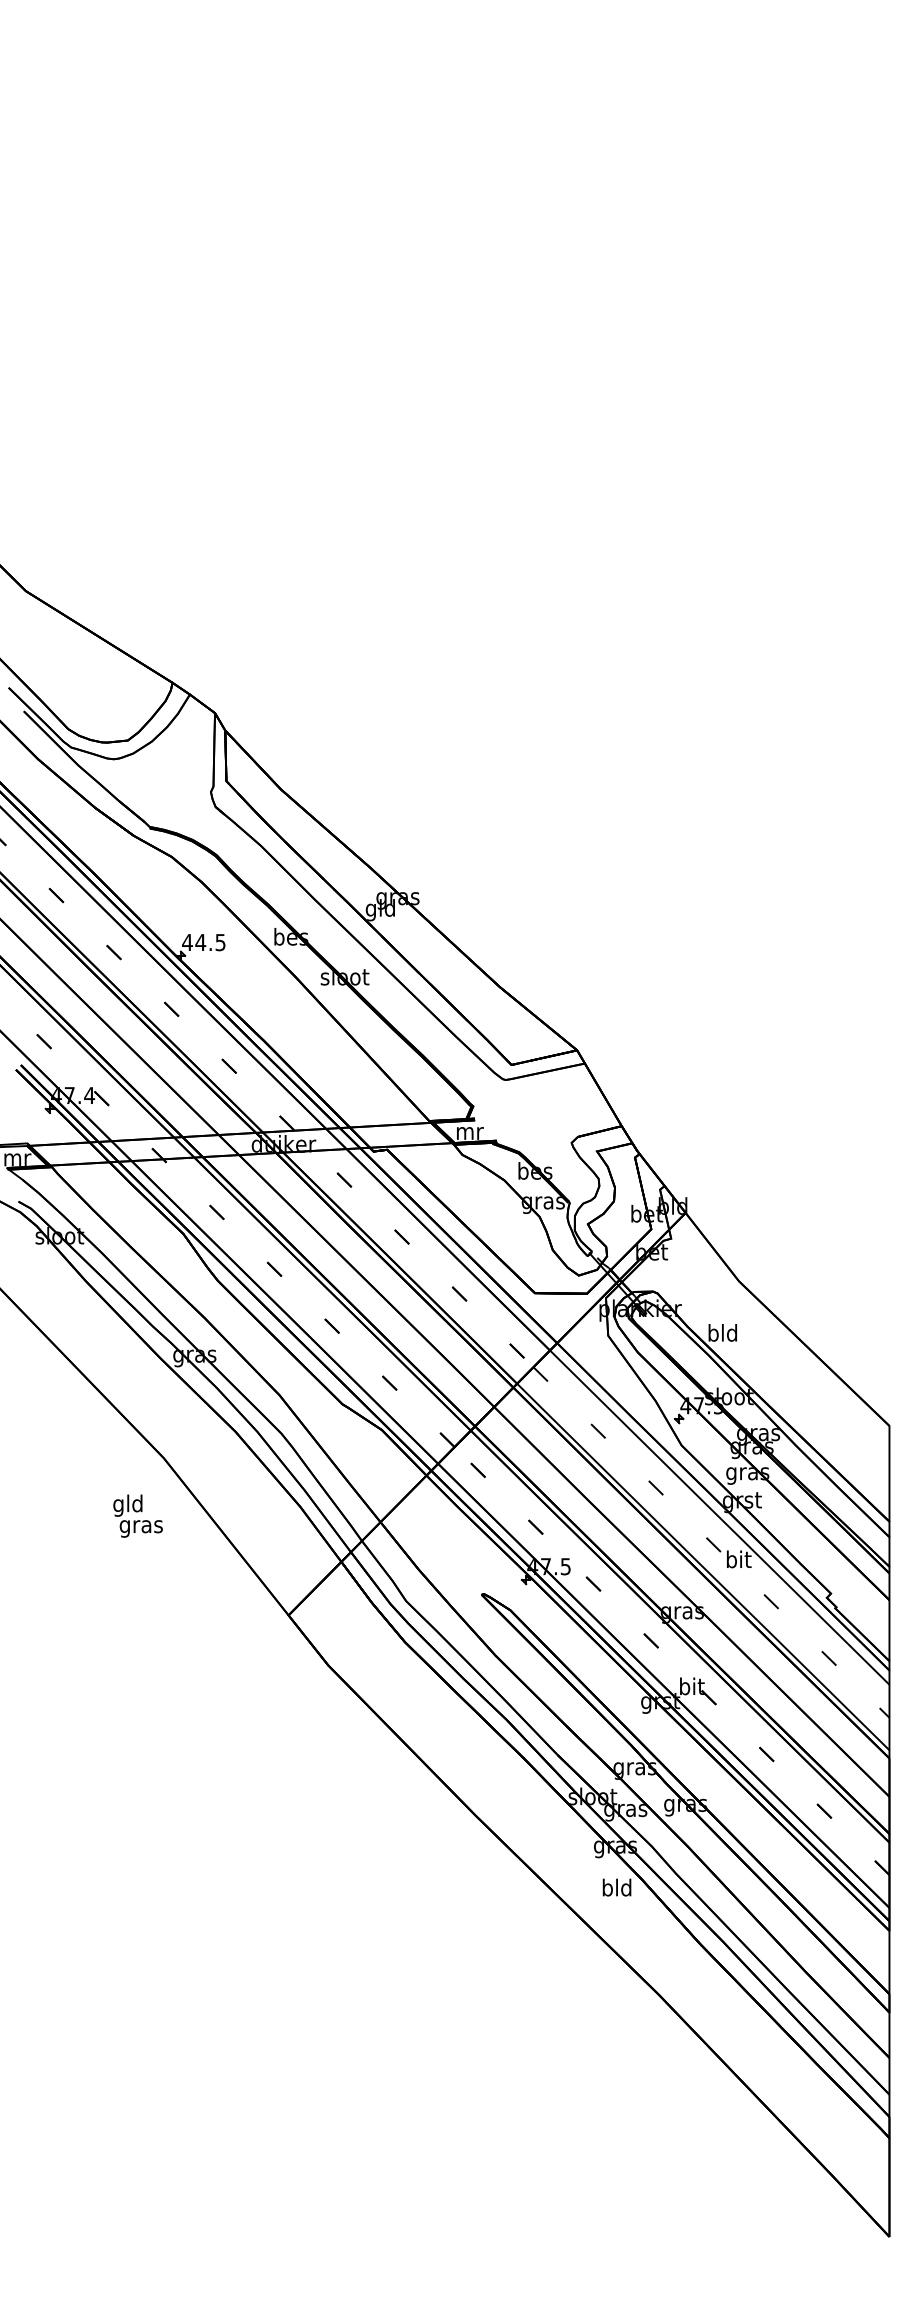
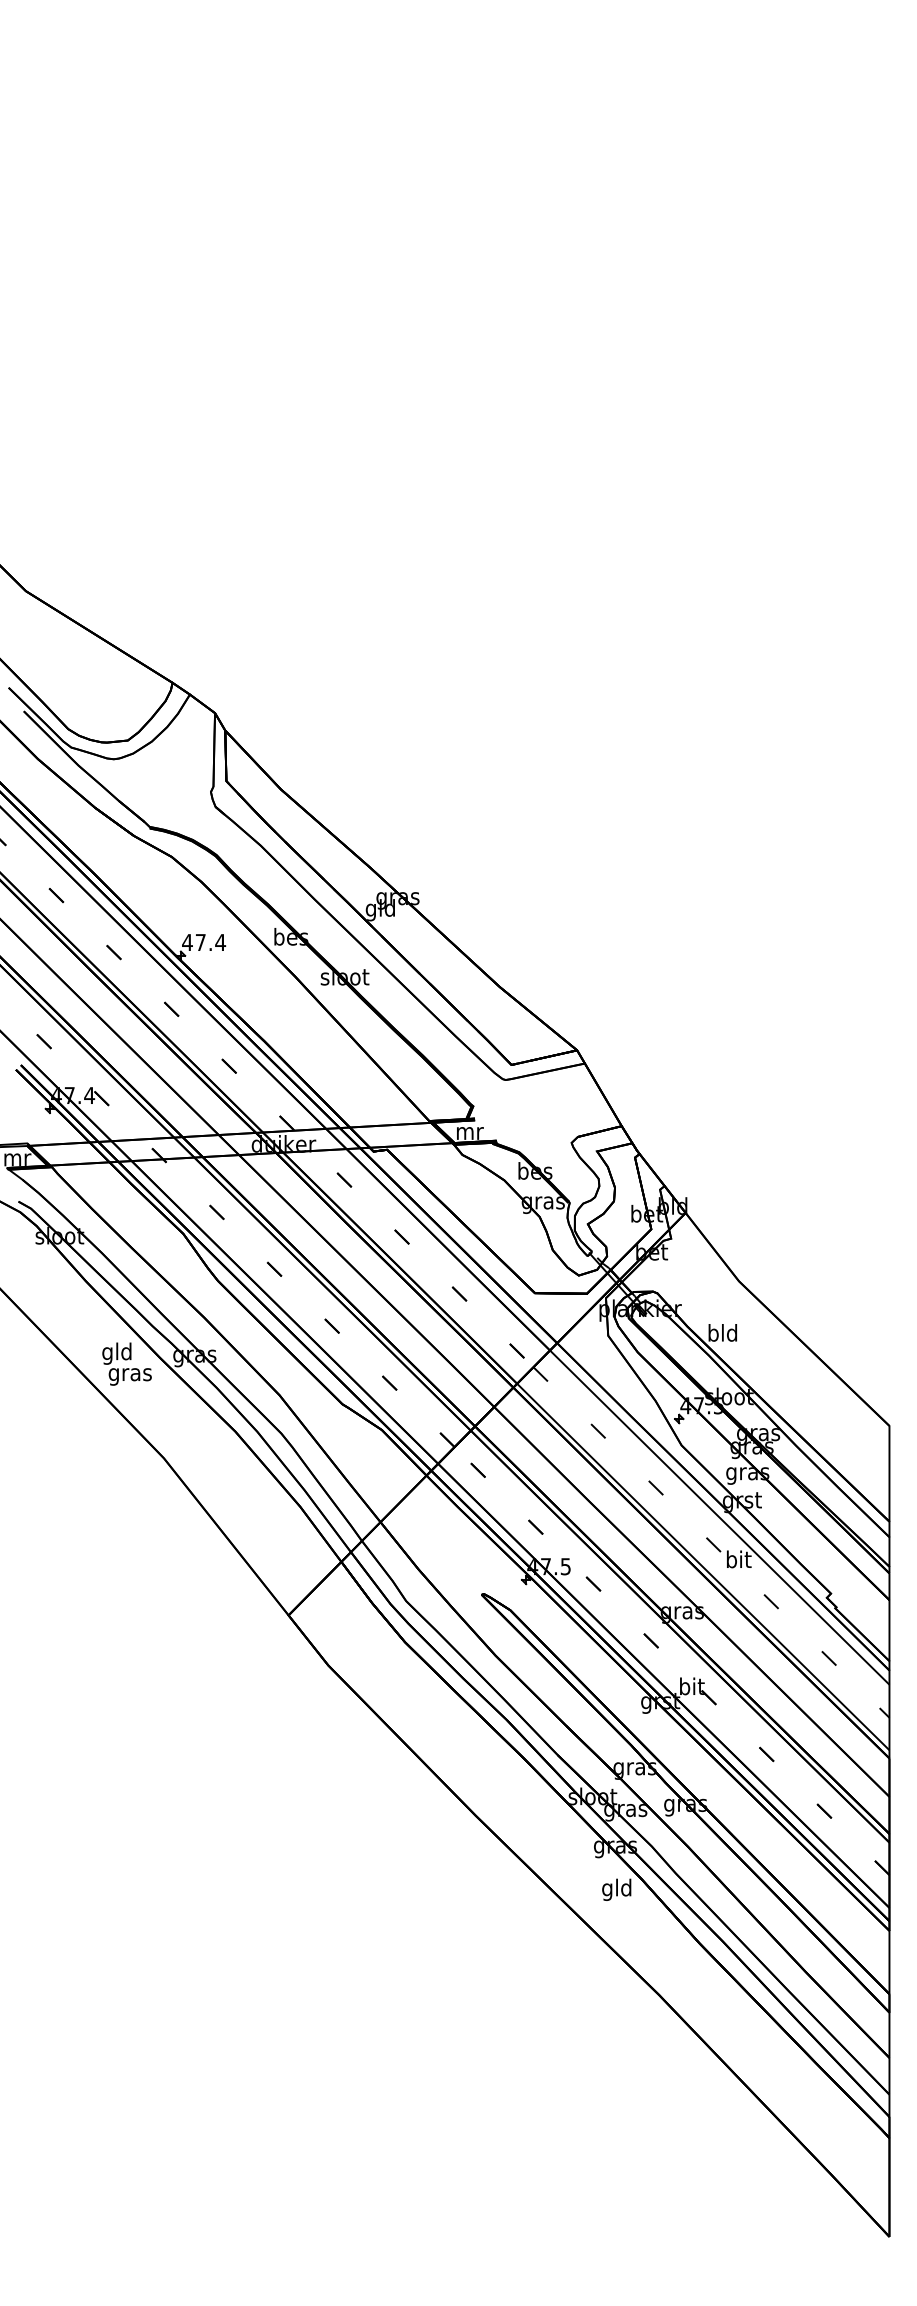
text at (210, 942): 44.5 -> 47.4
text at (137, 1515) position: (137, 1515) -> (126, 1363)
text at (607, 1889): bld -> gld
